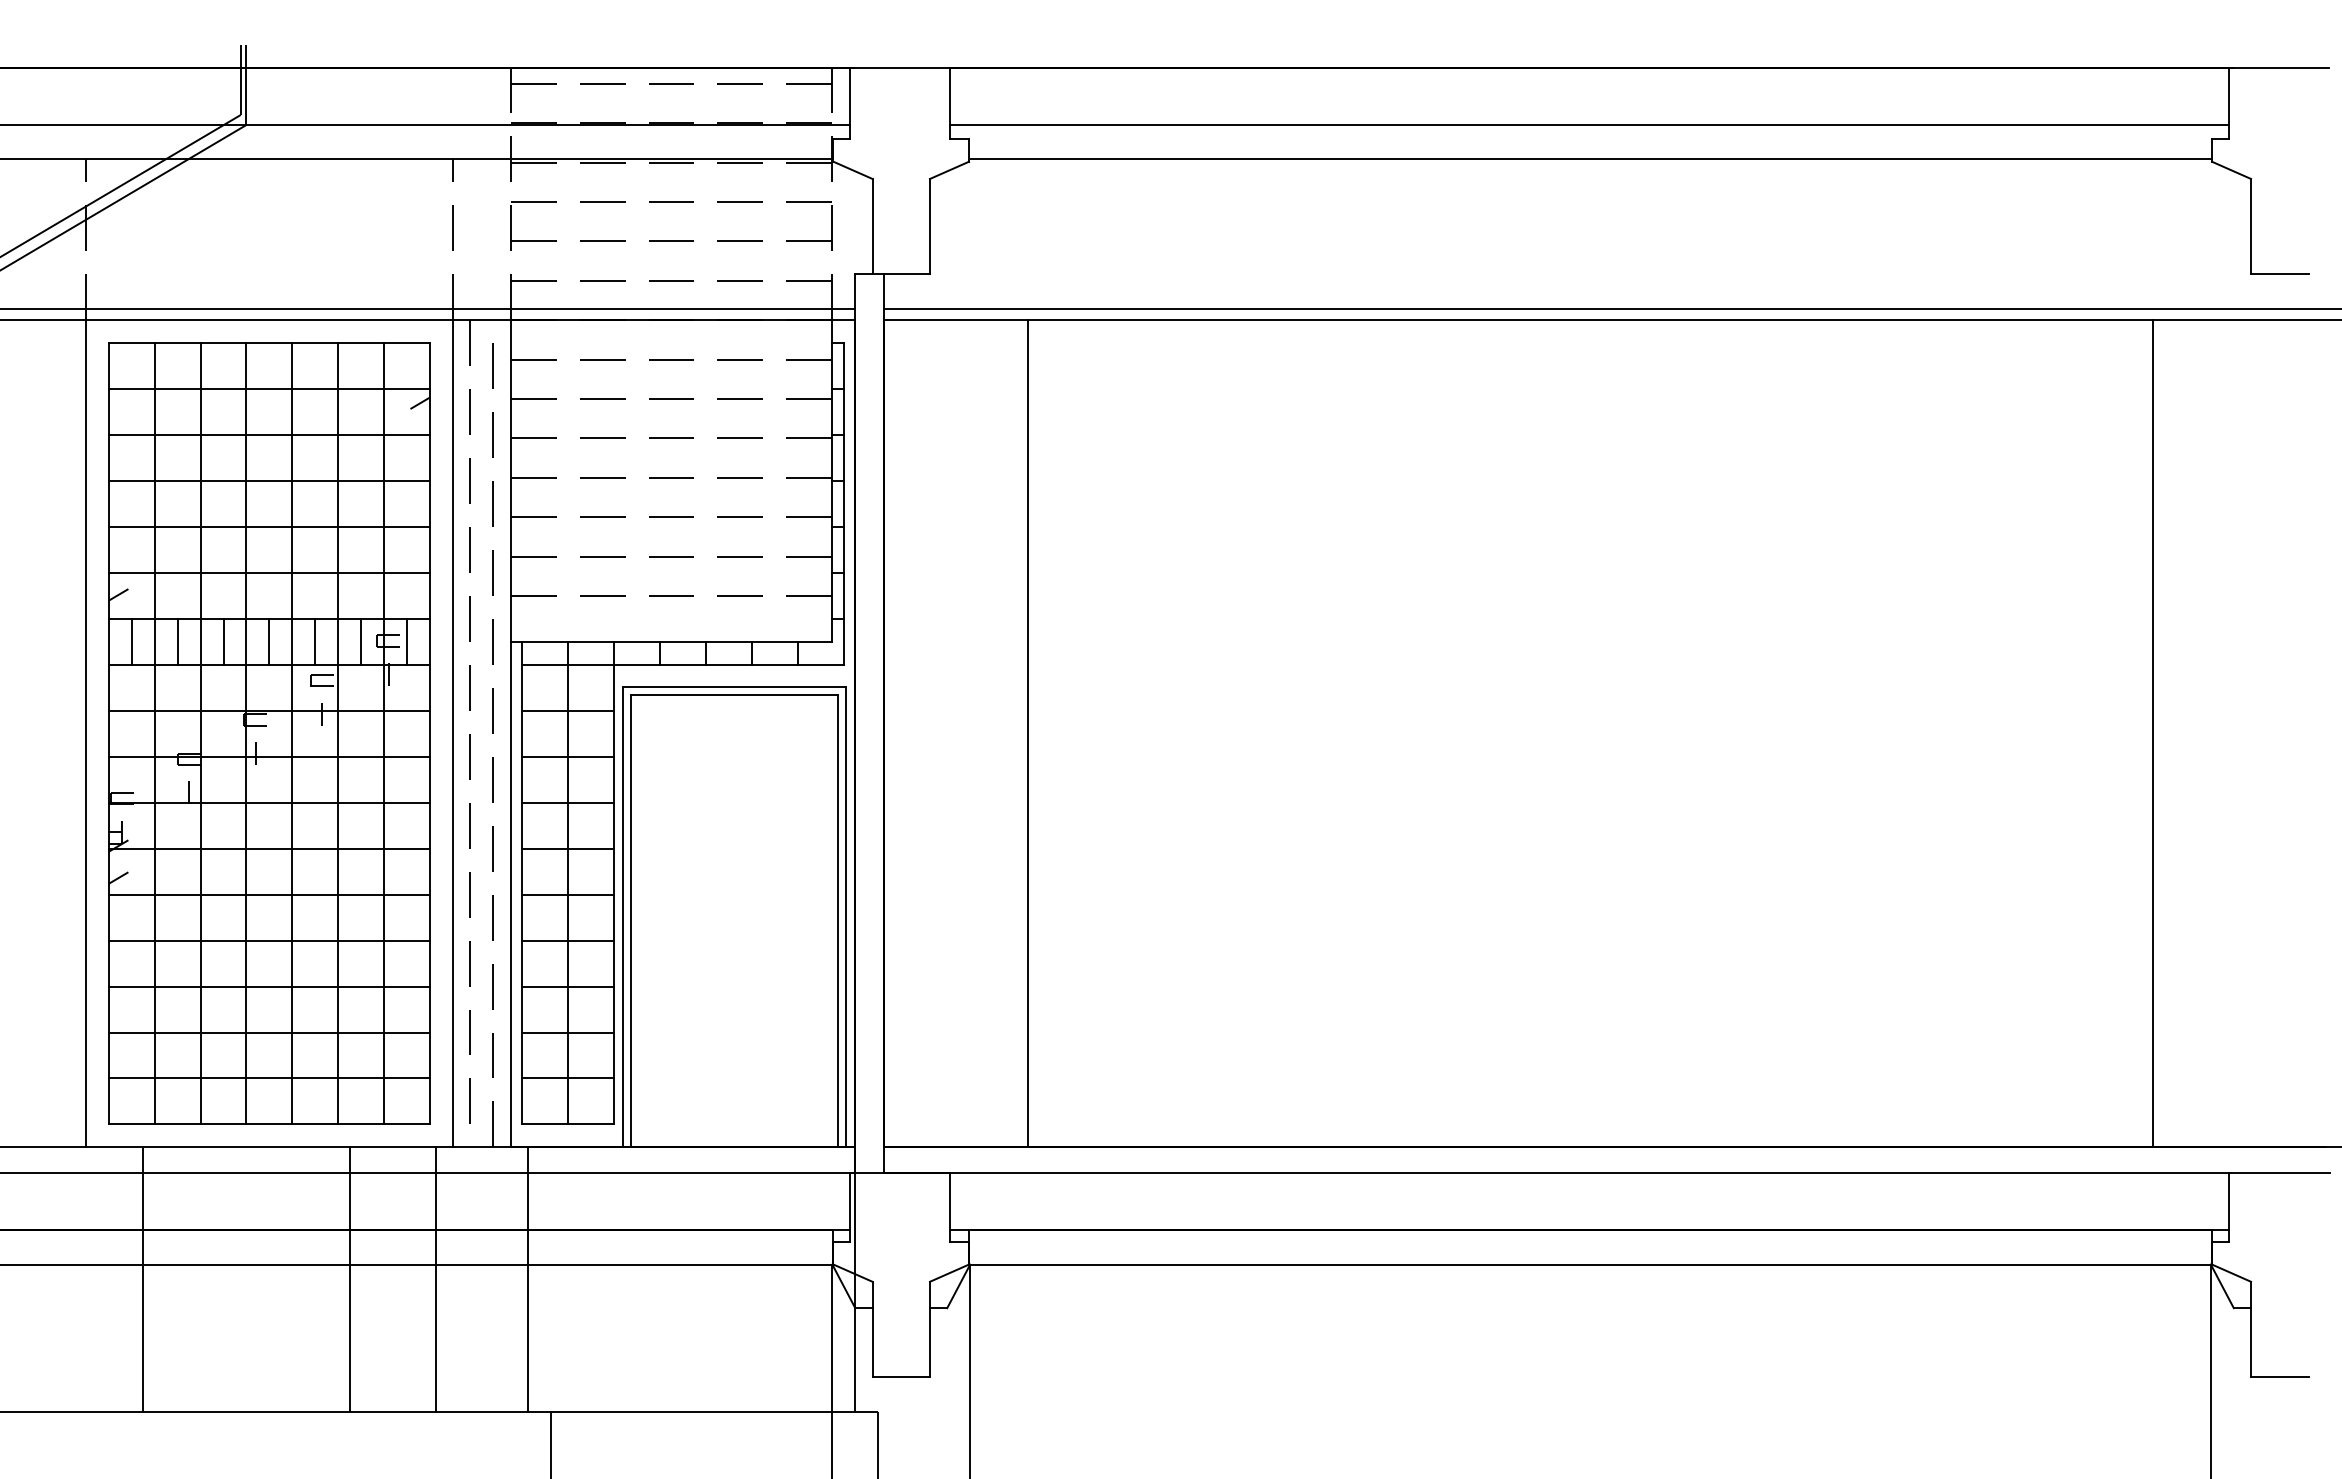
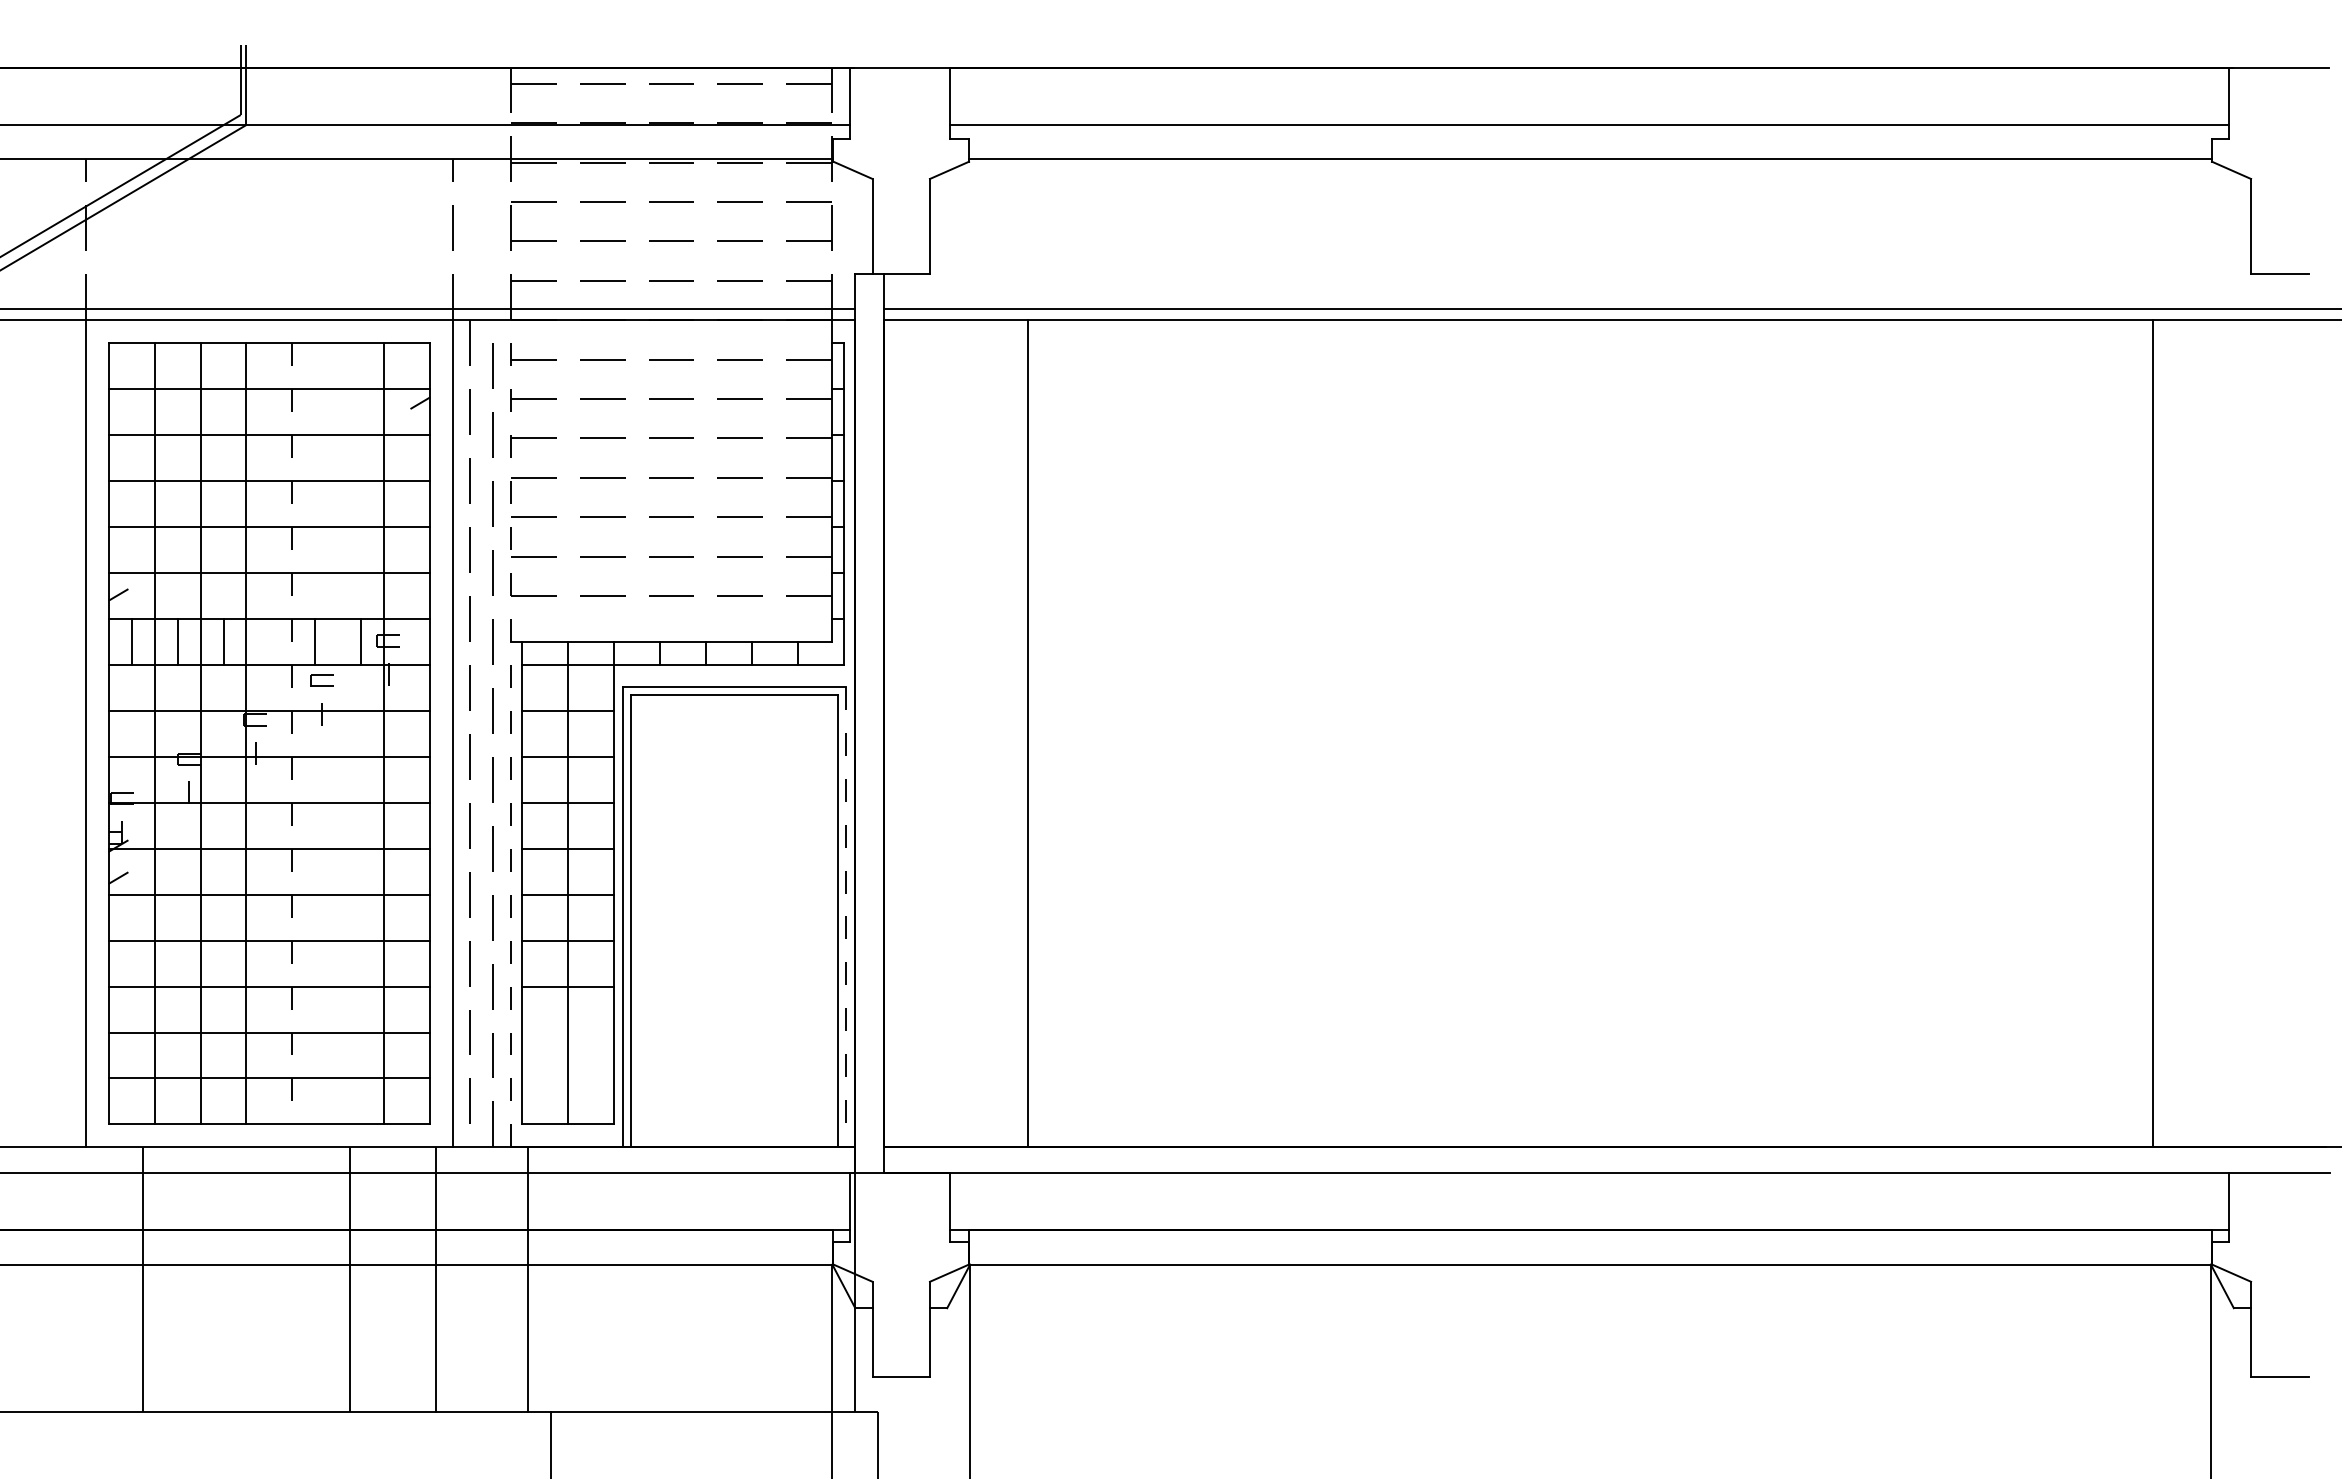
line at (269, 641): present -> none
line at (407, 641): present -> none
line at (292, 733): solid -> dashed
line at (338, 733): present -> none
line at (510, 733): solid -> dashed
line at (846, 917): solid -> dashed
line at (568, 1032): present -> none
line at (568, 1078): present -> none
